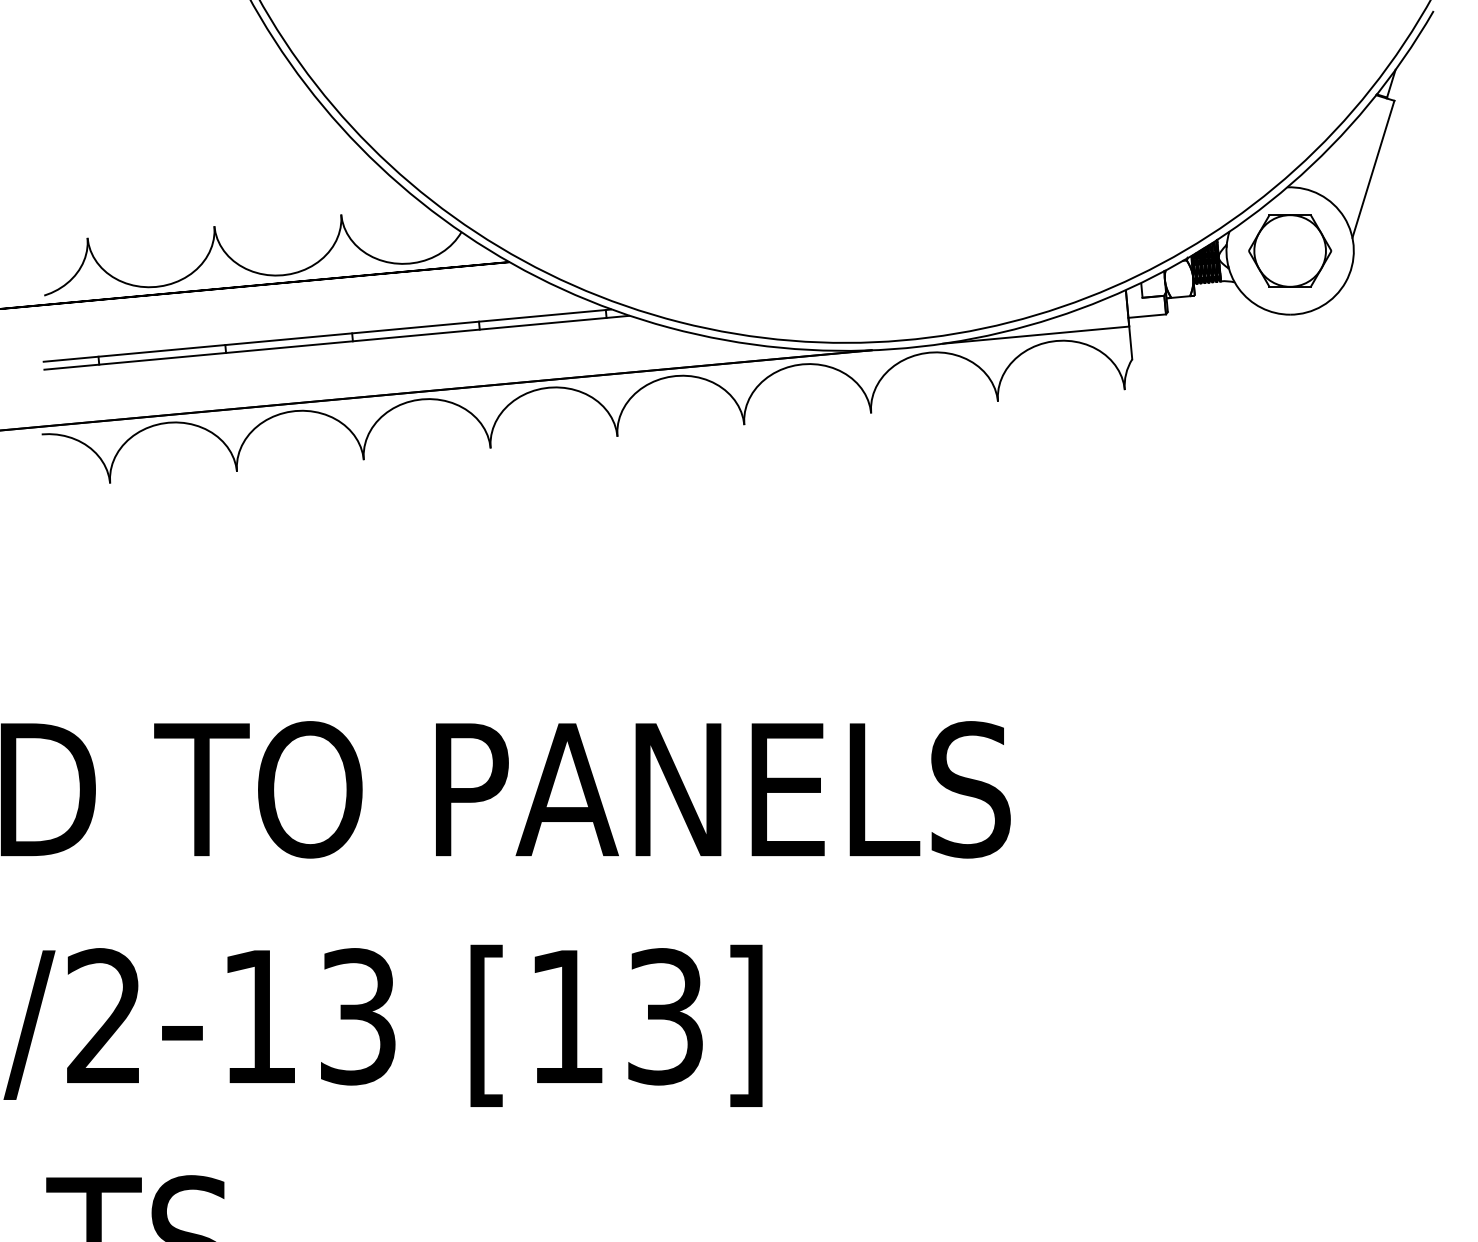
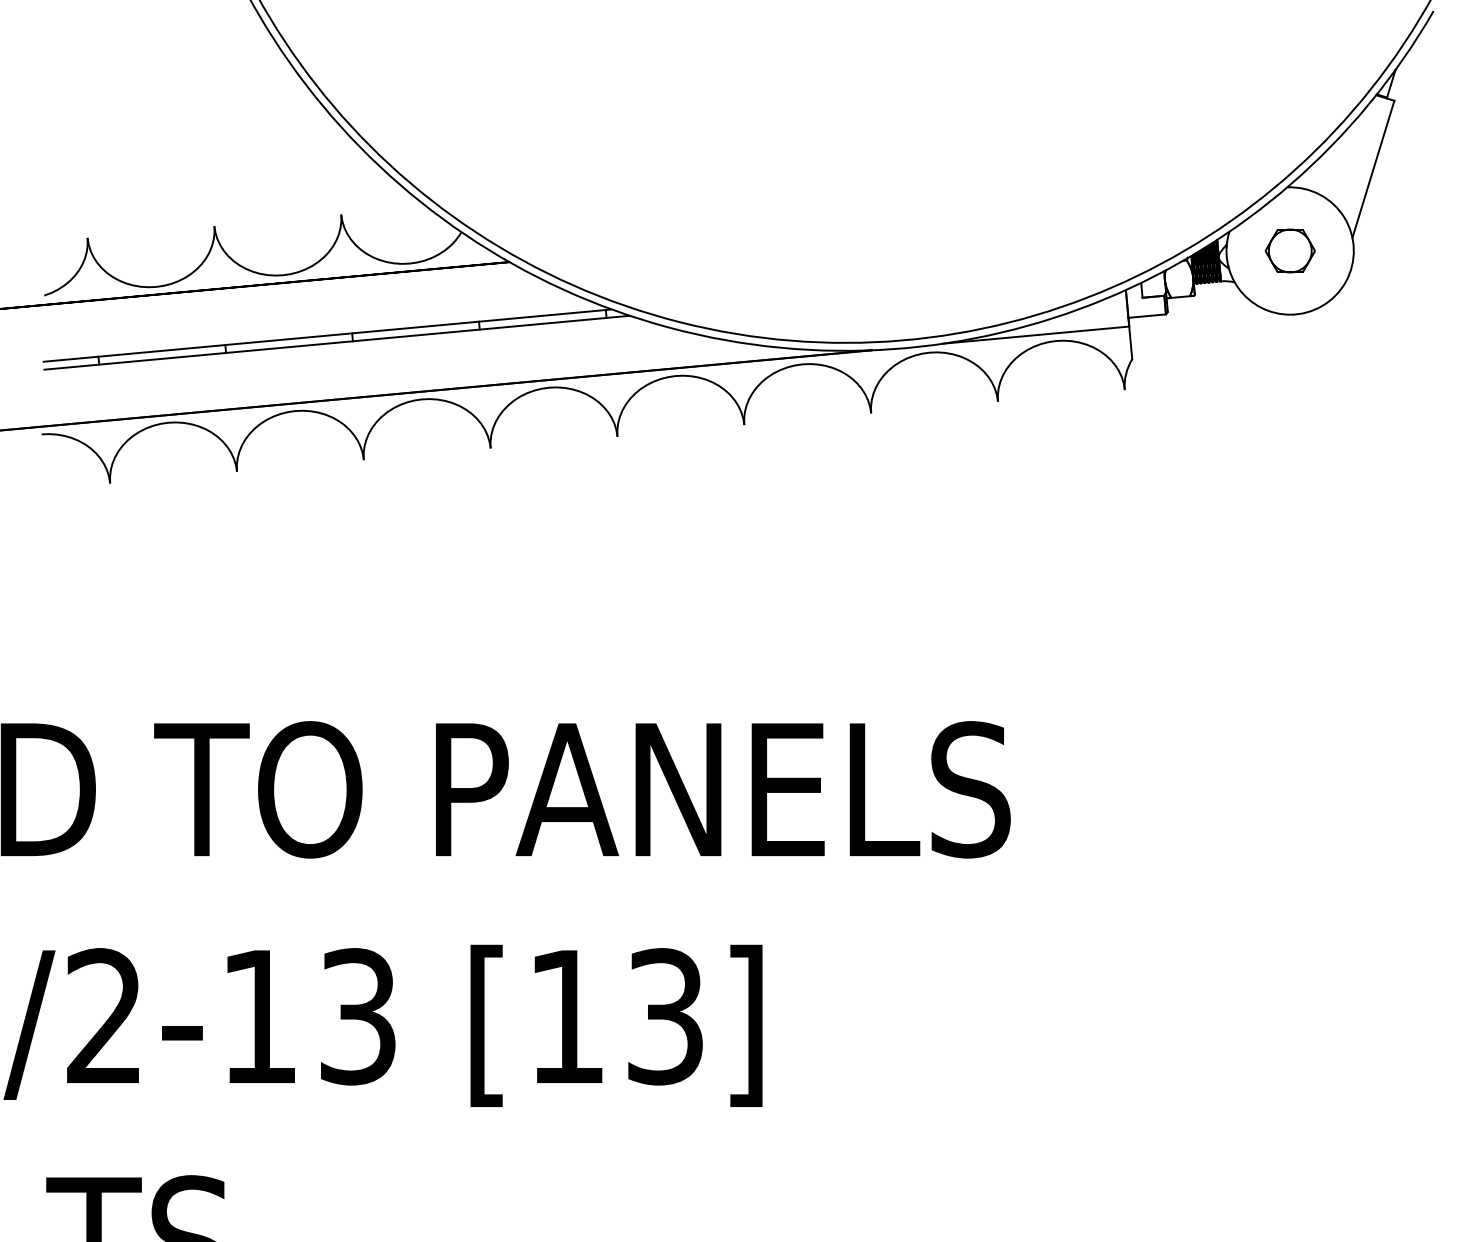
part at (1290, 250) size: 85x74 px -> 52x46 px
